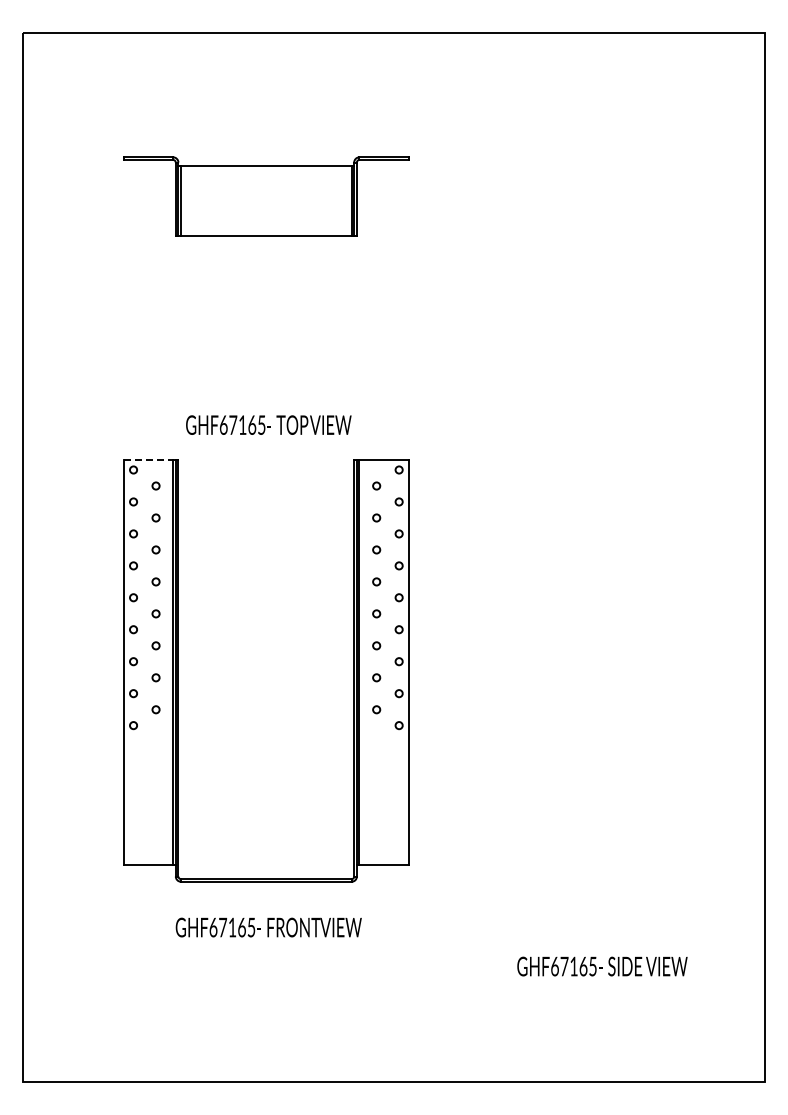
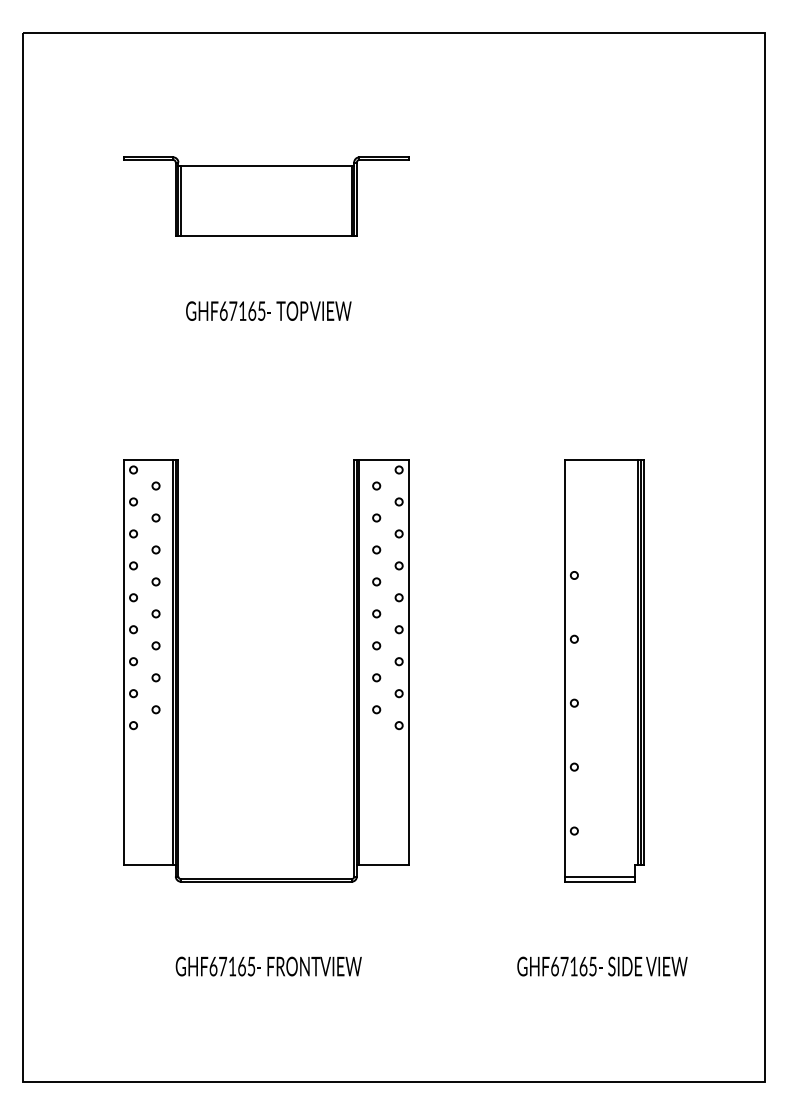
text at (268, 424) position: (268, 424) -> (268, 310)
line at (148, 460): dashed -> solid
part at (604, 670): none -> present
text at (268, 927) position: (268, 927) -> (268, 966)
